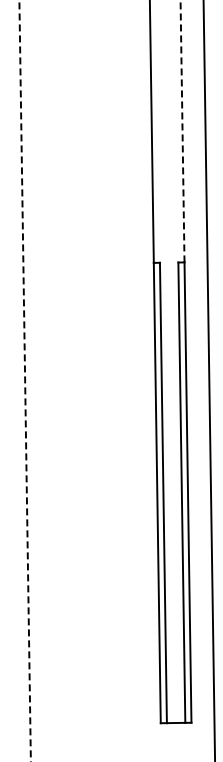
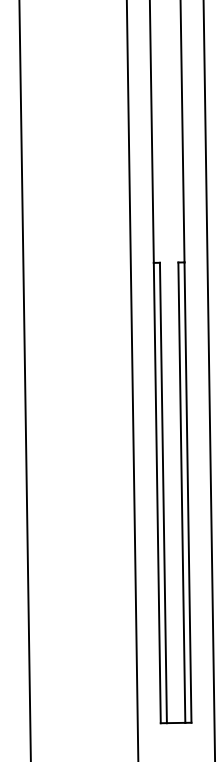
line at (182, 131): dashed -> solid
line at (25, 380): dashed -> solid
line at (132, 380): none -> present
